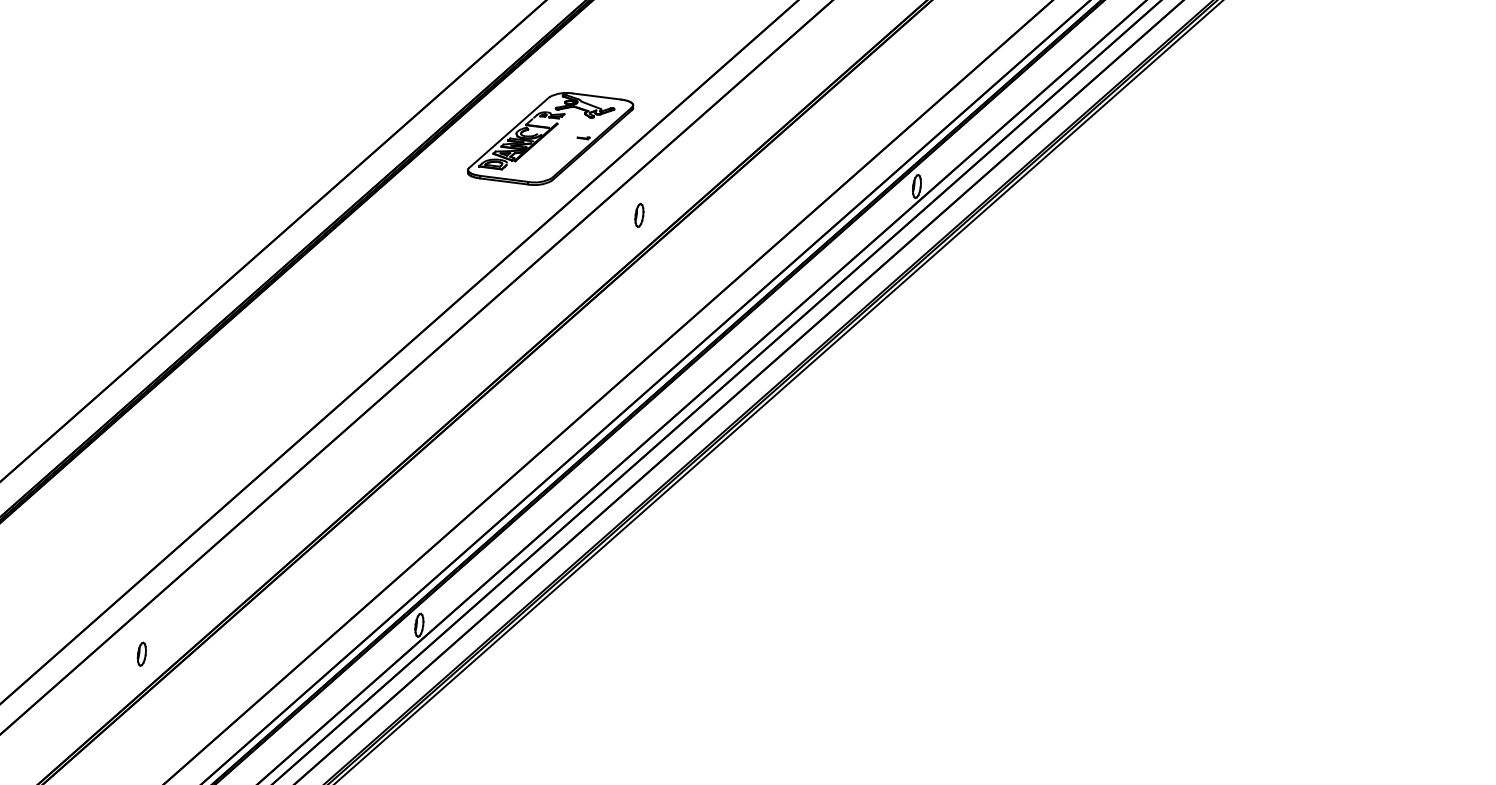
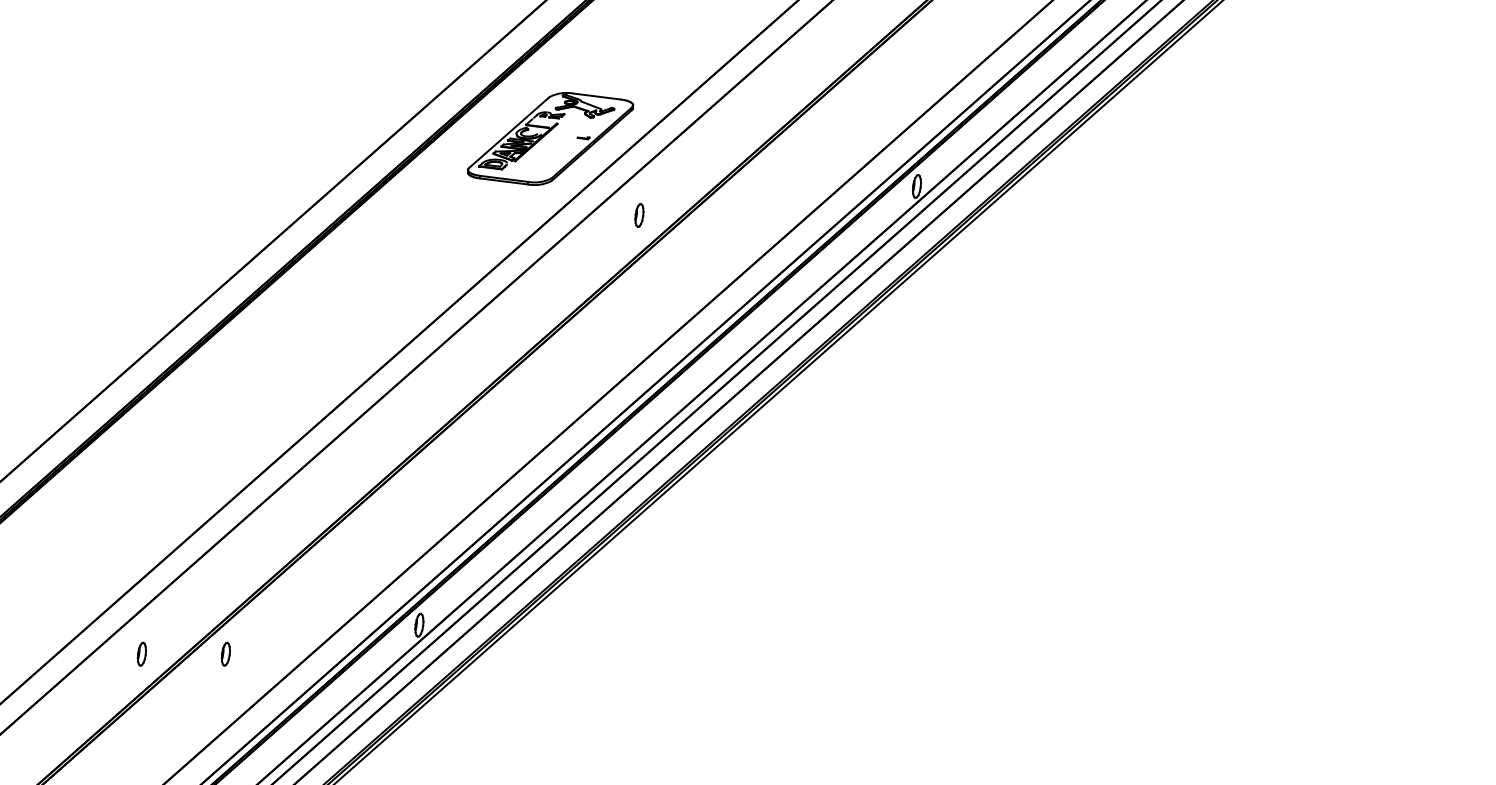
part at (225, 653): none -> present
